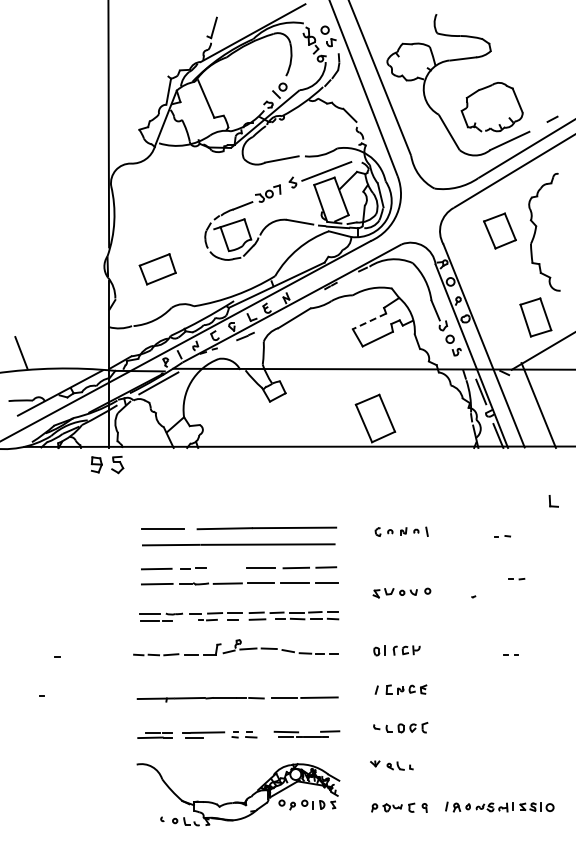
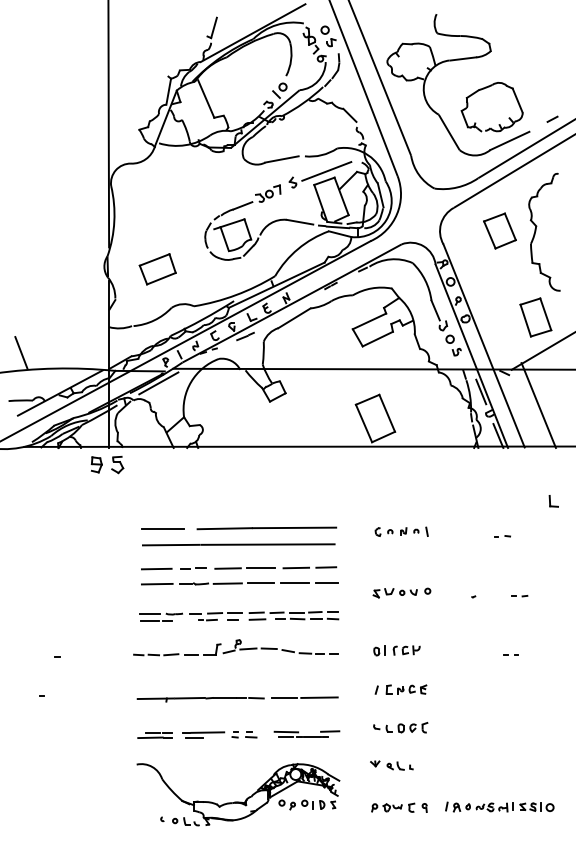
line at (369, 321): dashed -> solid
line at (227, 568): none -> present
part at (516, 579) position: (516, 579) -> (519, 596)
